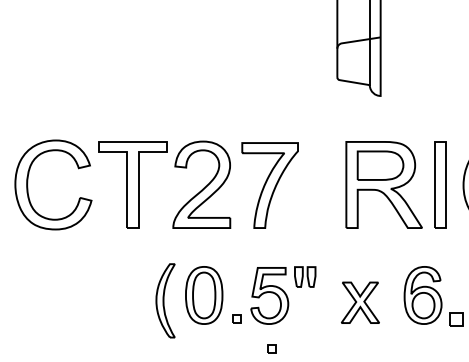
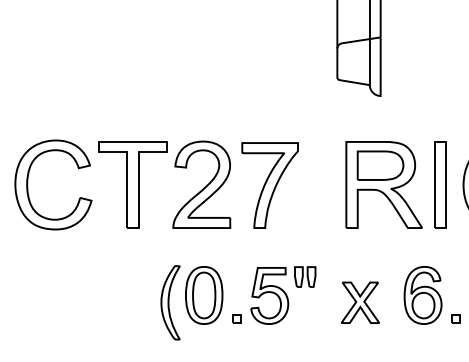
part at (165, 300) position: (165, 300) -> (170, 302)
part at (456, 319) size: 15x15 px -> 10x10 px
part at (271, 348): present -> none
